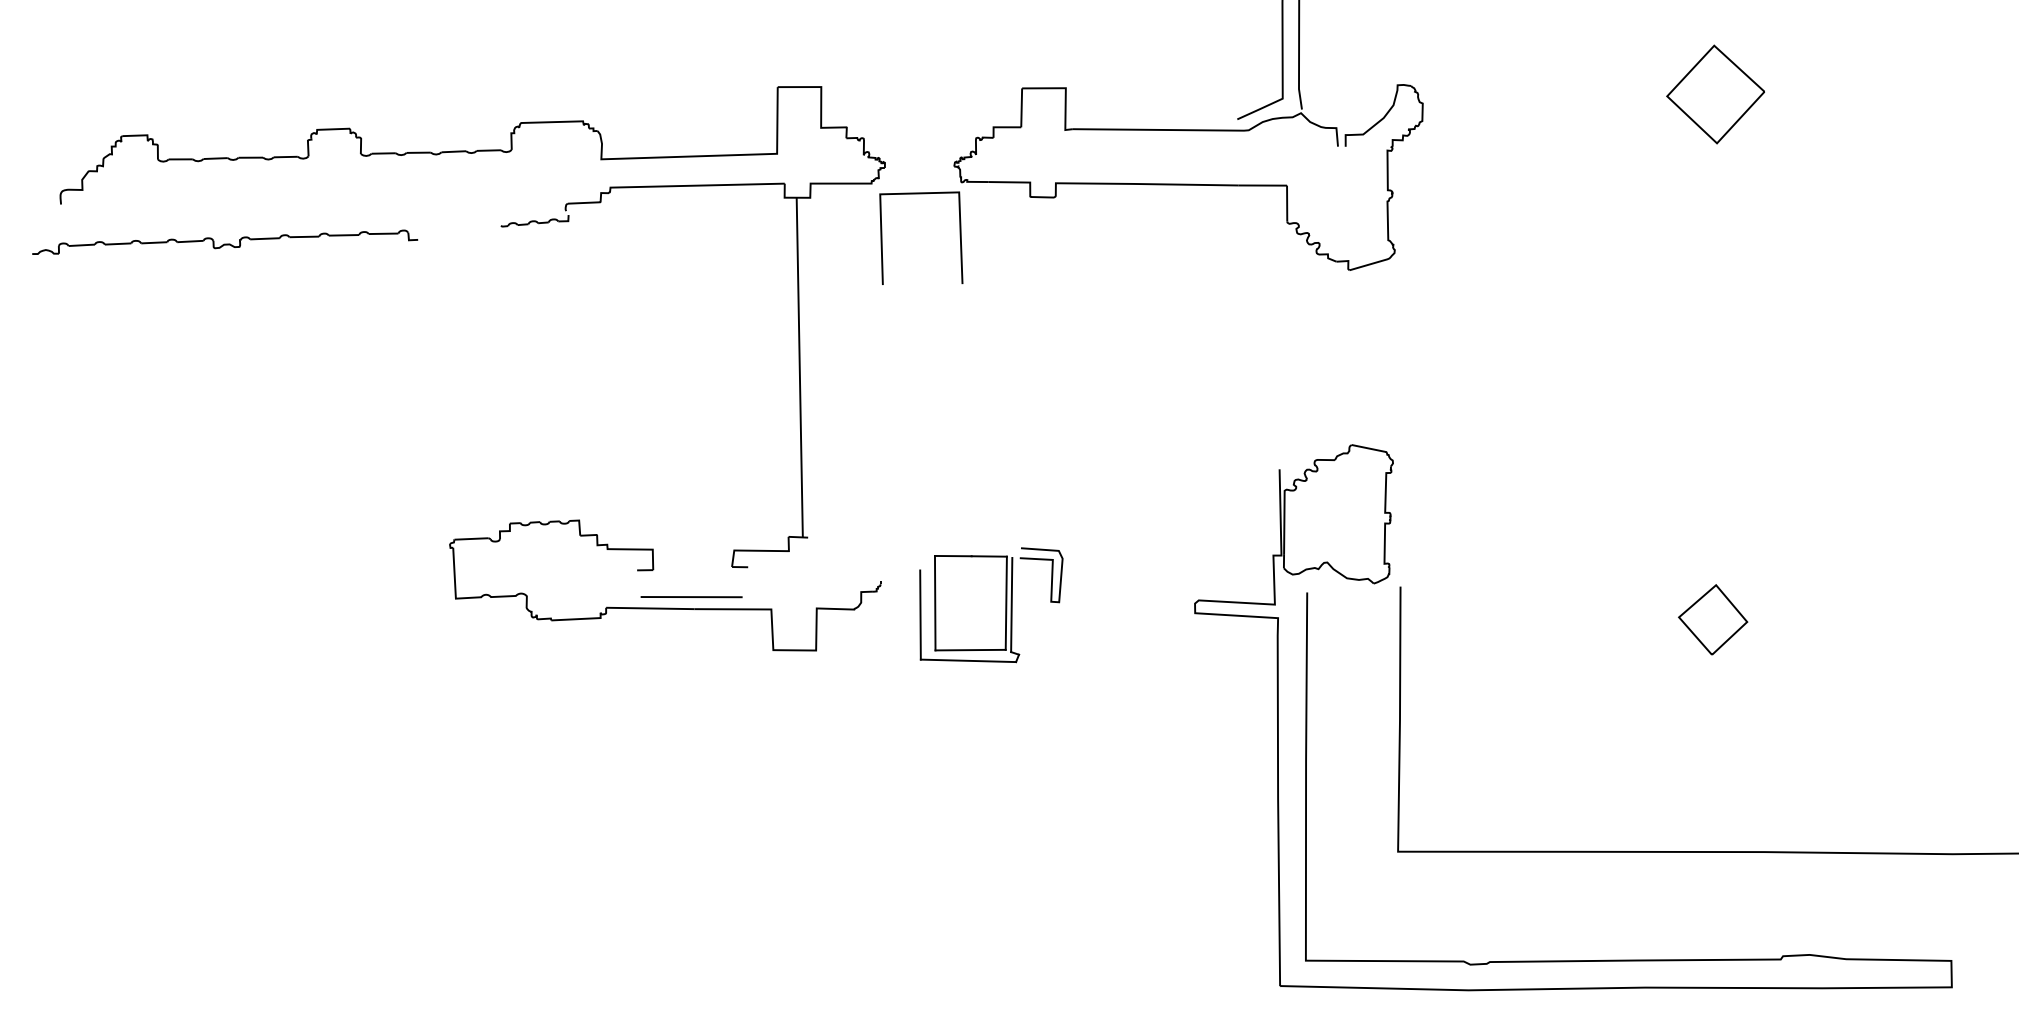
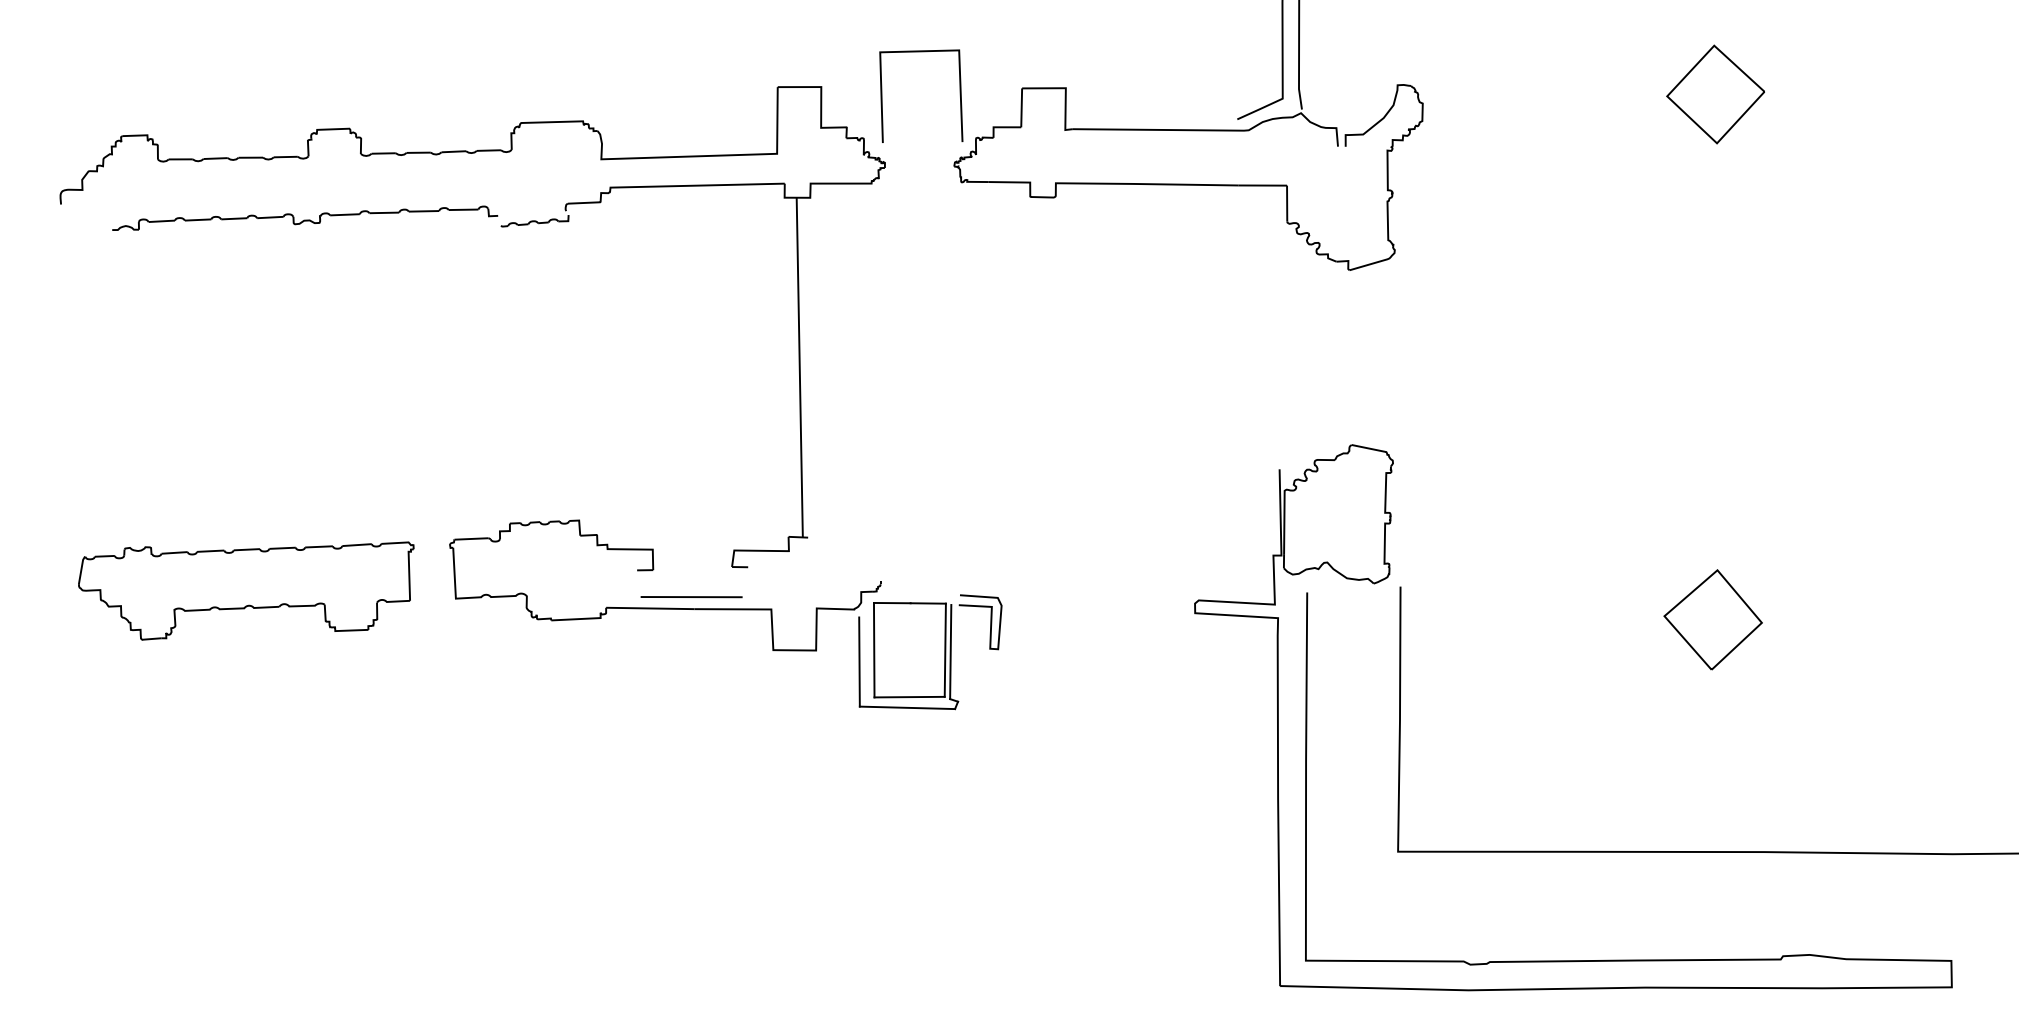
line at (959, 237) position: (959, 237) -> (959, 95)
part at (225, 241) position: (225, 241) -> (305, 217)
part at (246, 590): none -> present
part at (991, 605) position: (991, 605) -> (930, 652)
part at (1713, 619) size: 71x72 px -> 100x102 px
